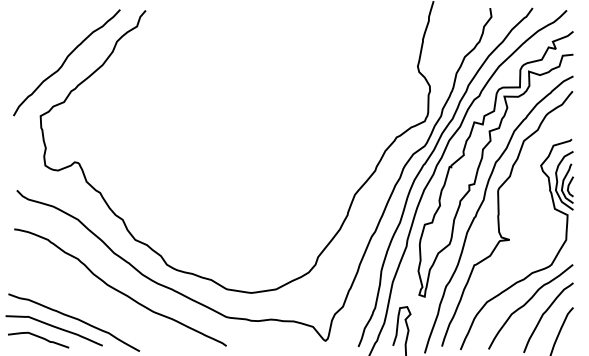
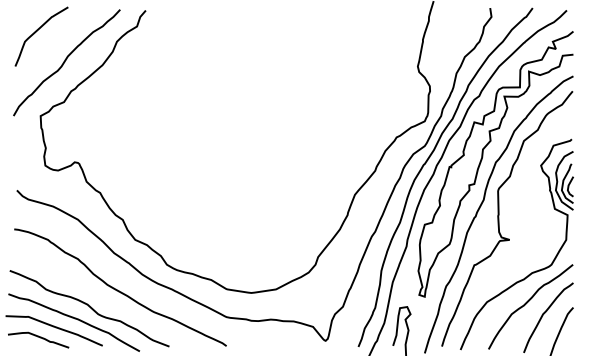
curve at (37, 31): none -> present
curve at (89, 307): none -> present
